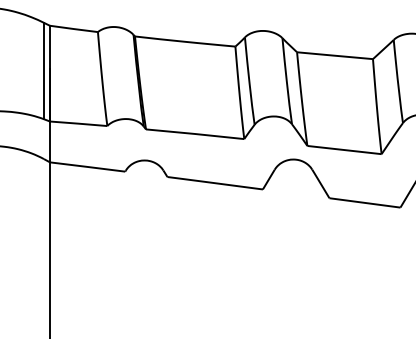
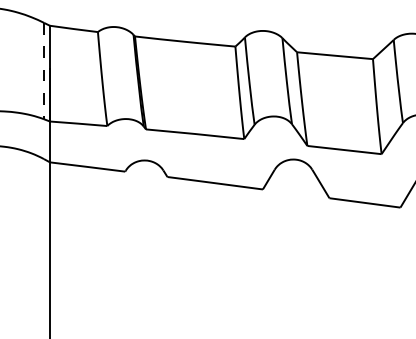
line at (44, 71): solid -> dashed
